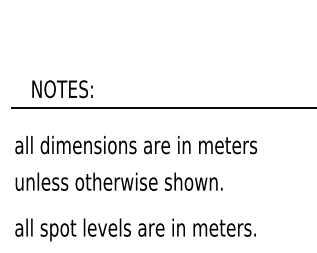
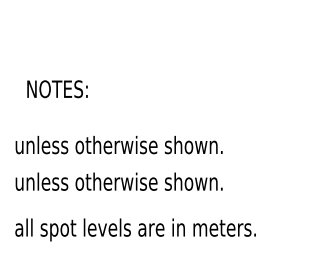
text at (62, 89) position: (62, 89) -> (57, 89)
line at (162, 107): present -> none
text at (136, 144): all dimensions are in meters -> unless otherwise shown.
